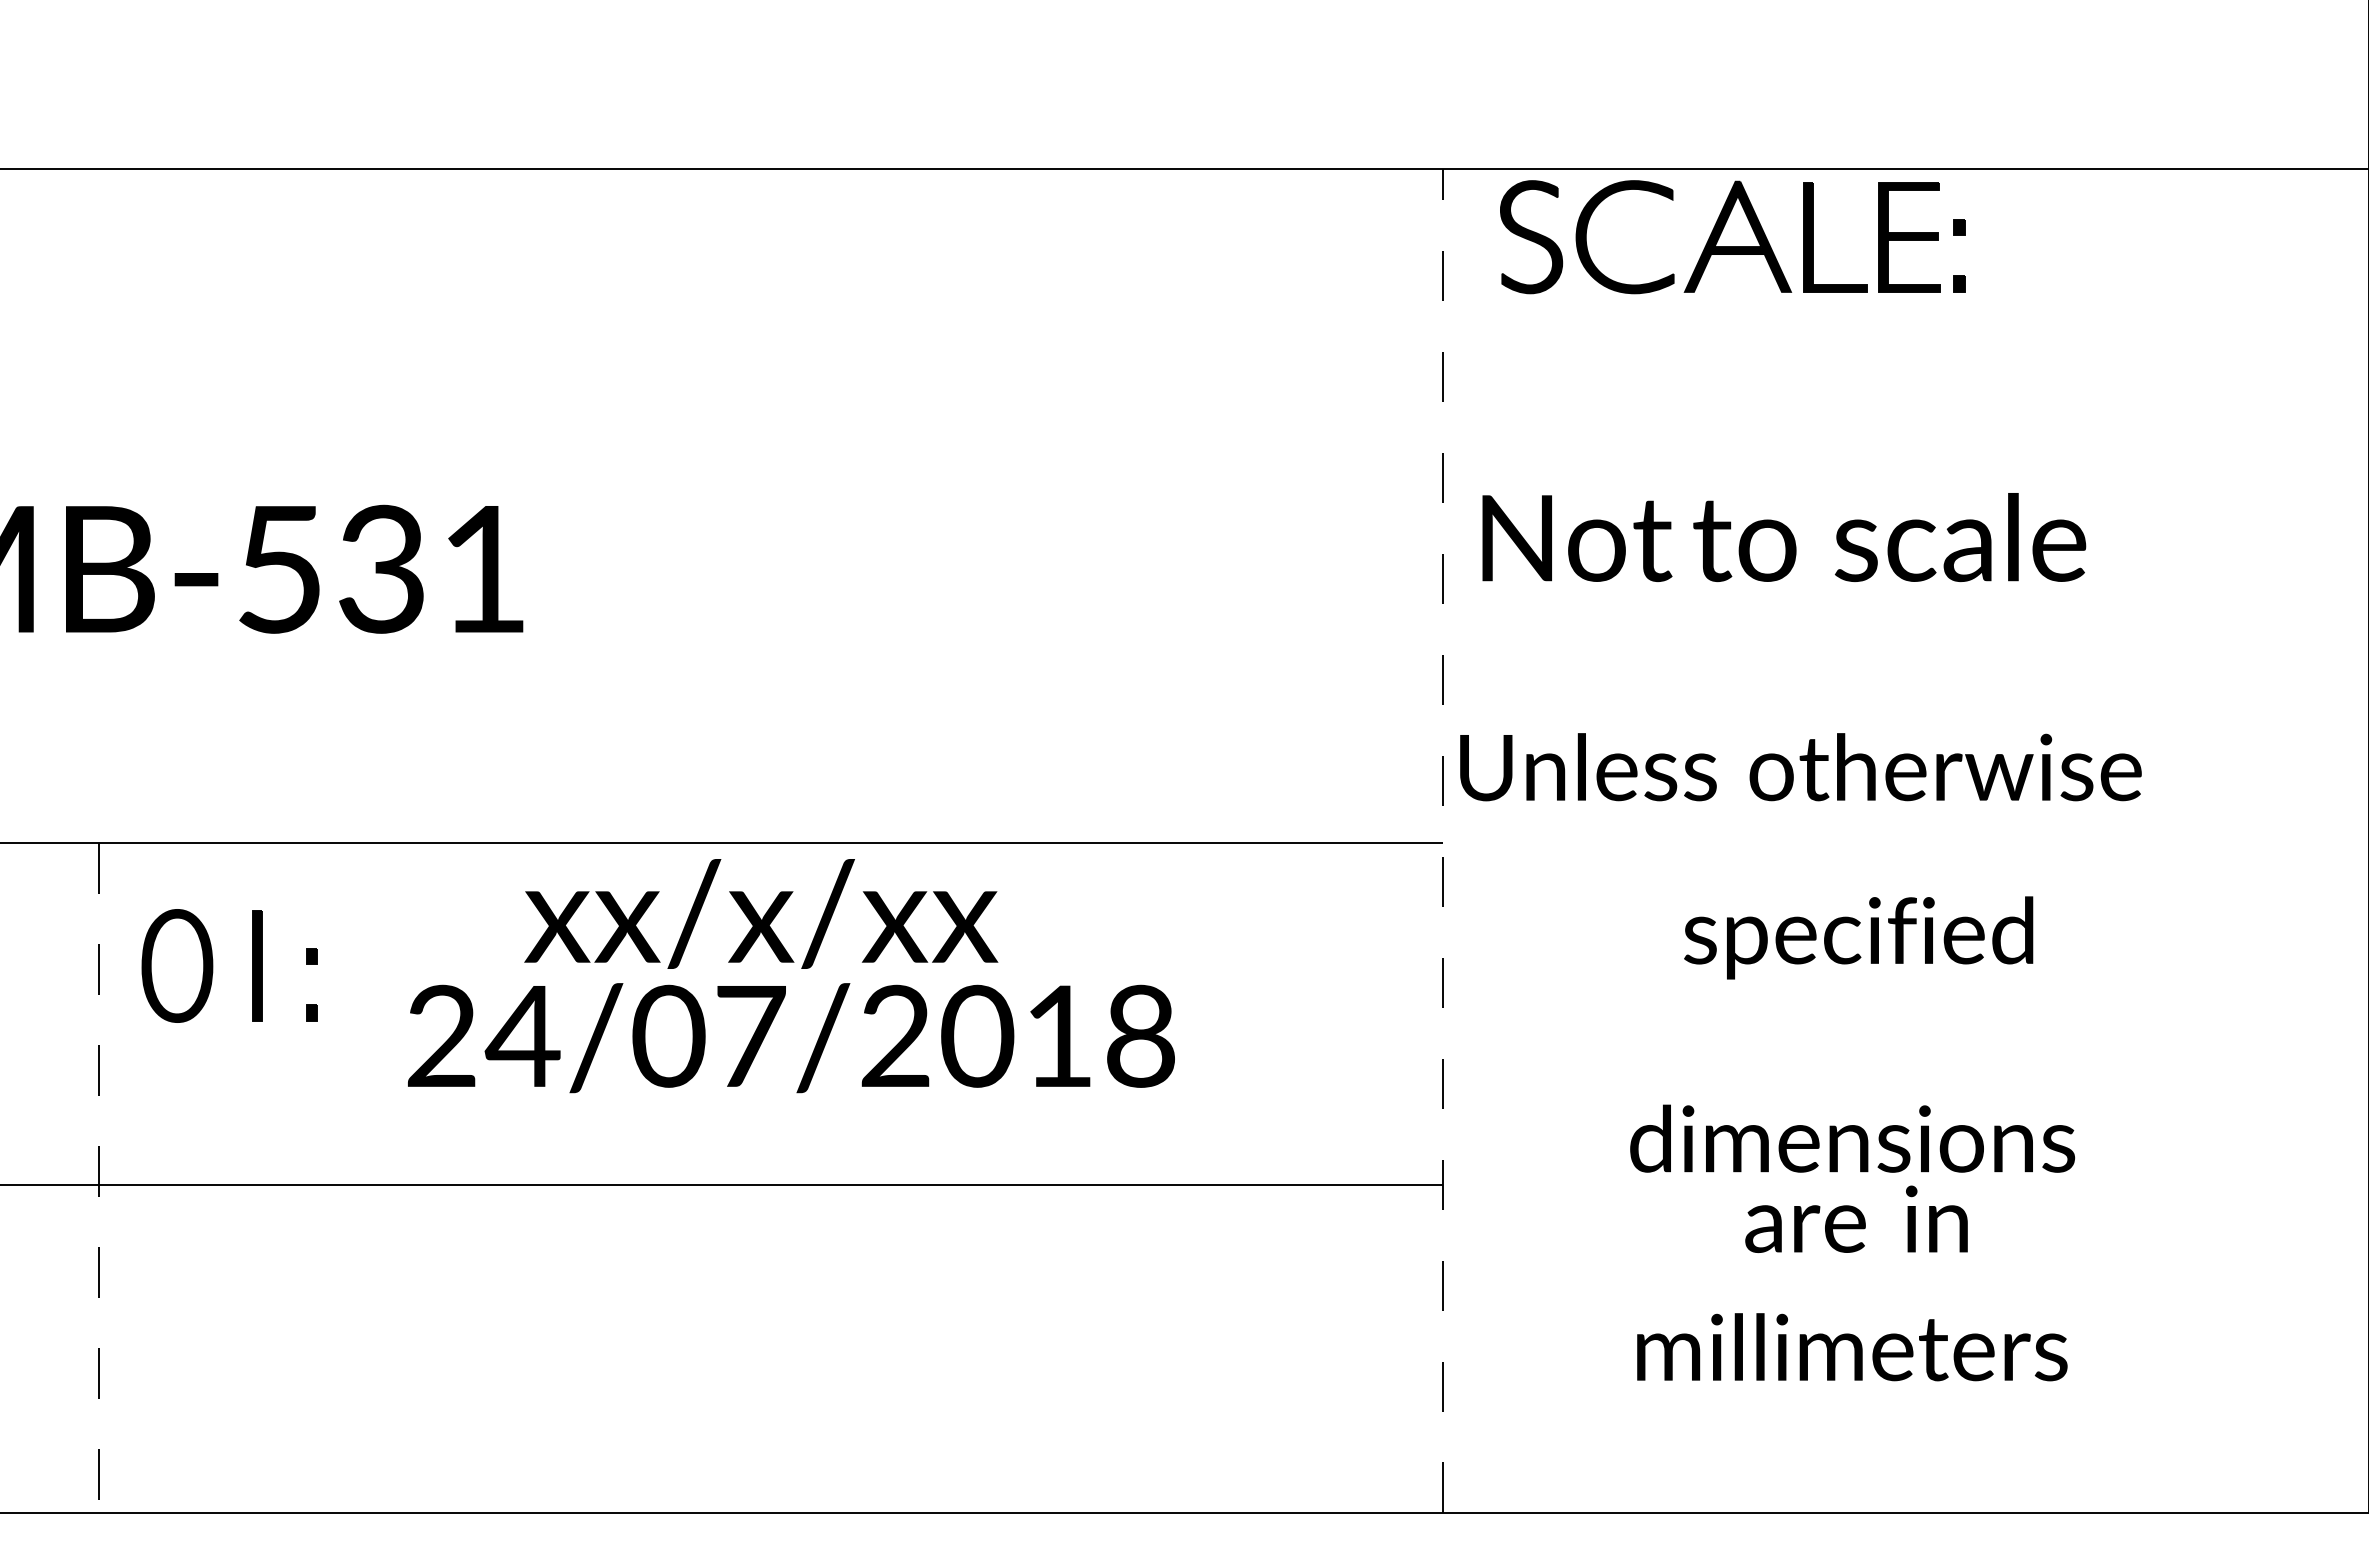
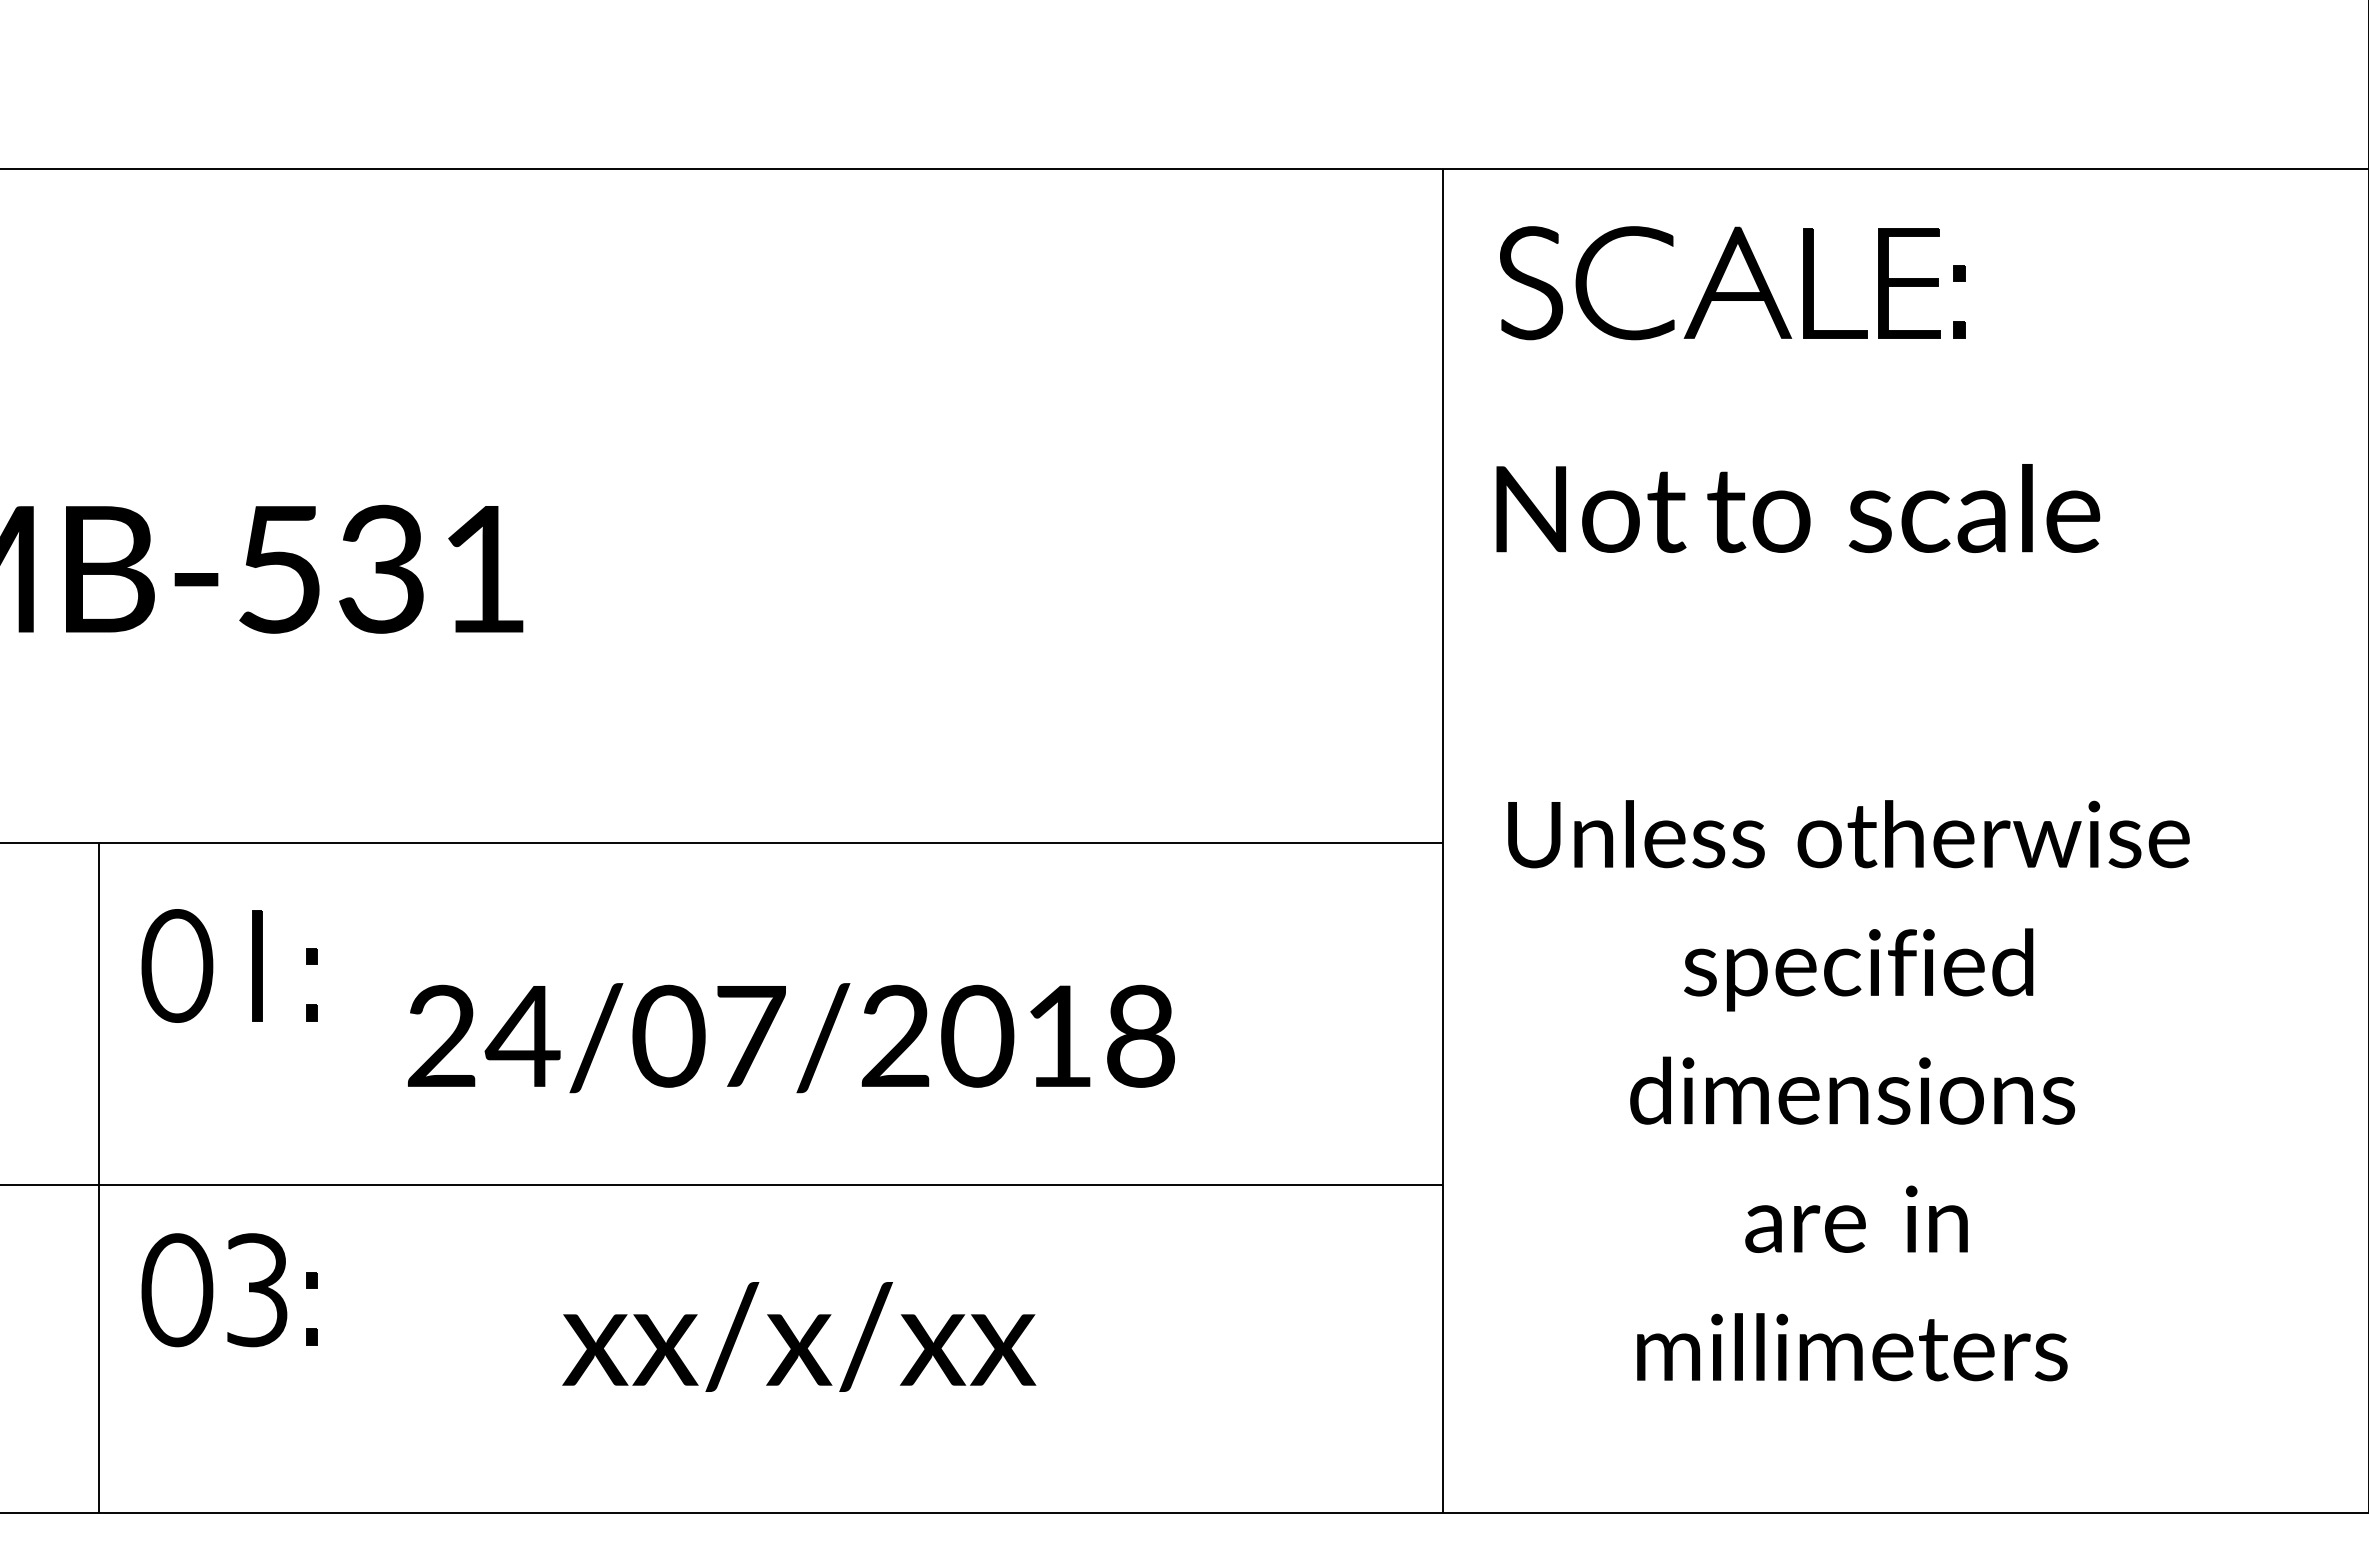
part at (1732, 237) position: (1732, 237) -> (1732, 283)
text at (1784, 537) position: (1784, 537) -> (1798, 508)
text at (1800, 767) position: (1800, 767) -> (1848, 834)
line at (1443, 841): dashed -> solid
text at (761, 913) position: (761, 913) -> (799, 1336)
text at (1858, 937) position: (1858, 937) -> (1858, 969)
text at (1852, 1138) position: (1852, 1138) -> (1852, 1090)
line at (98, 1178): dashed -> solid
part at (213, 1290): none -> present
